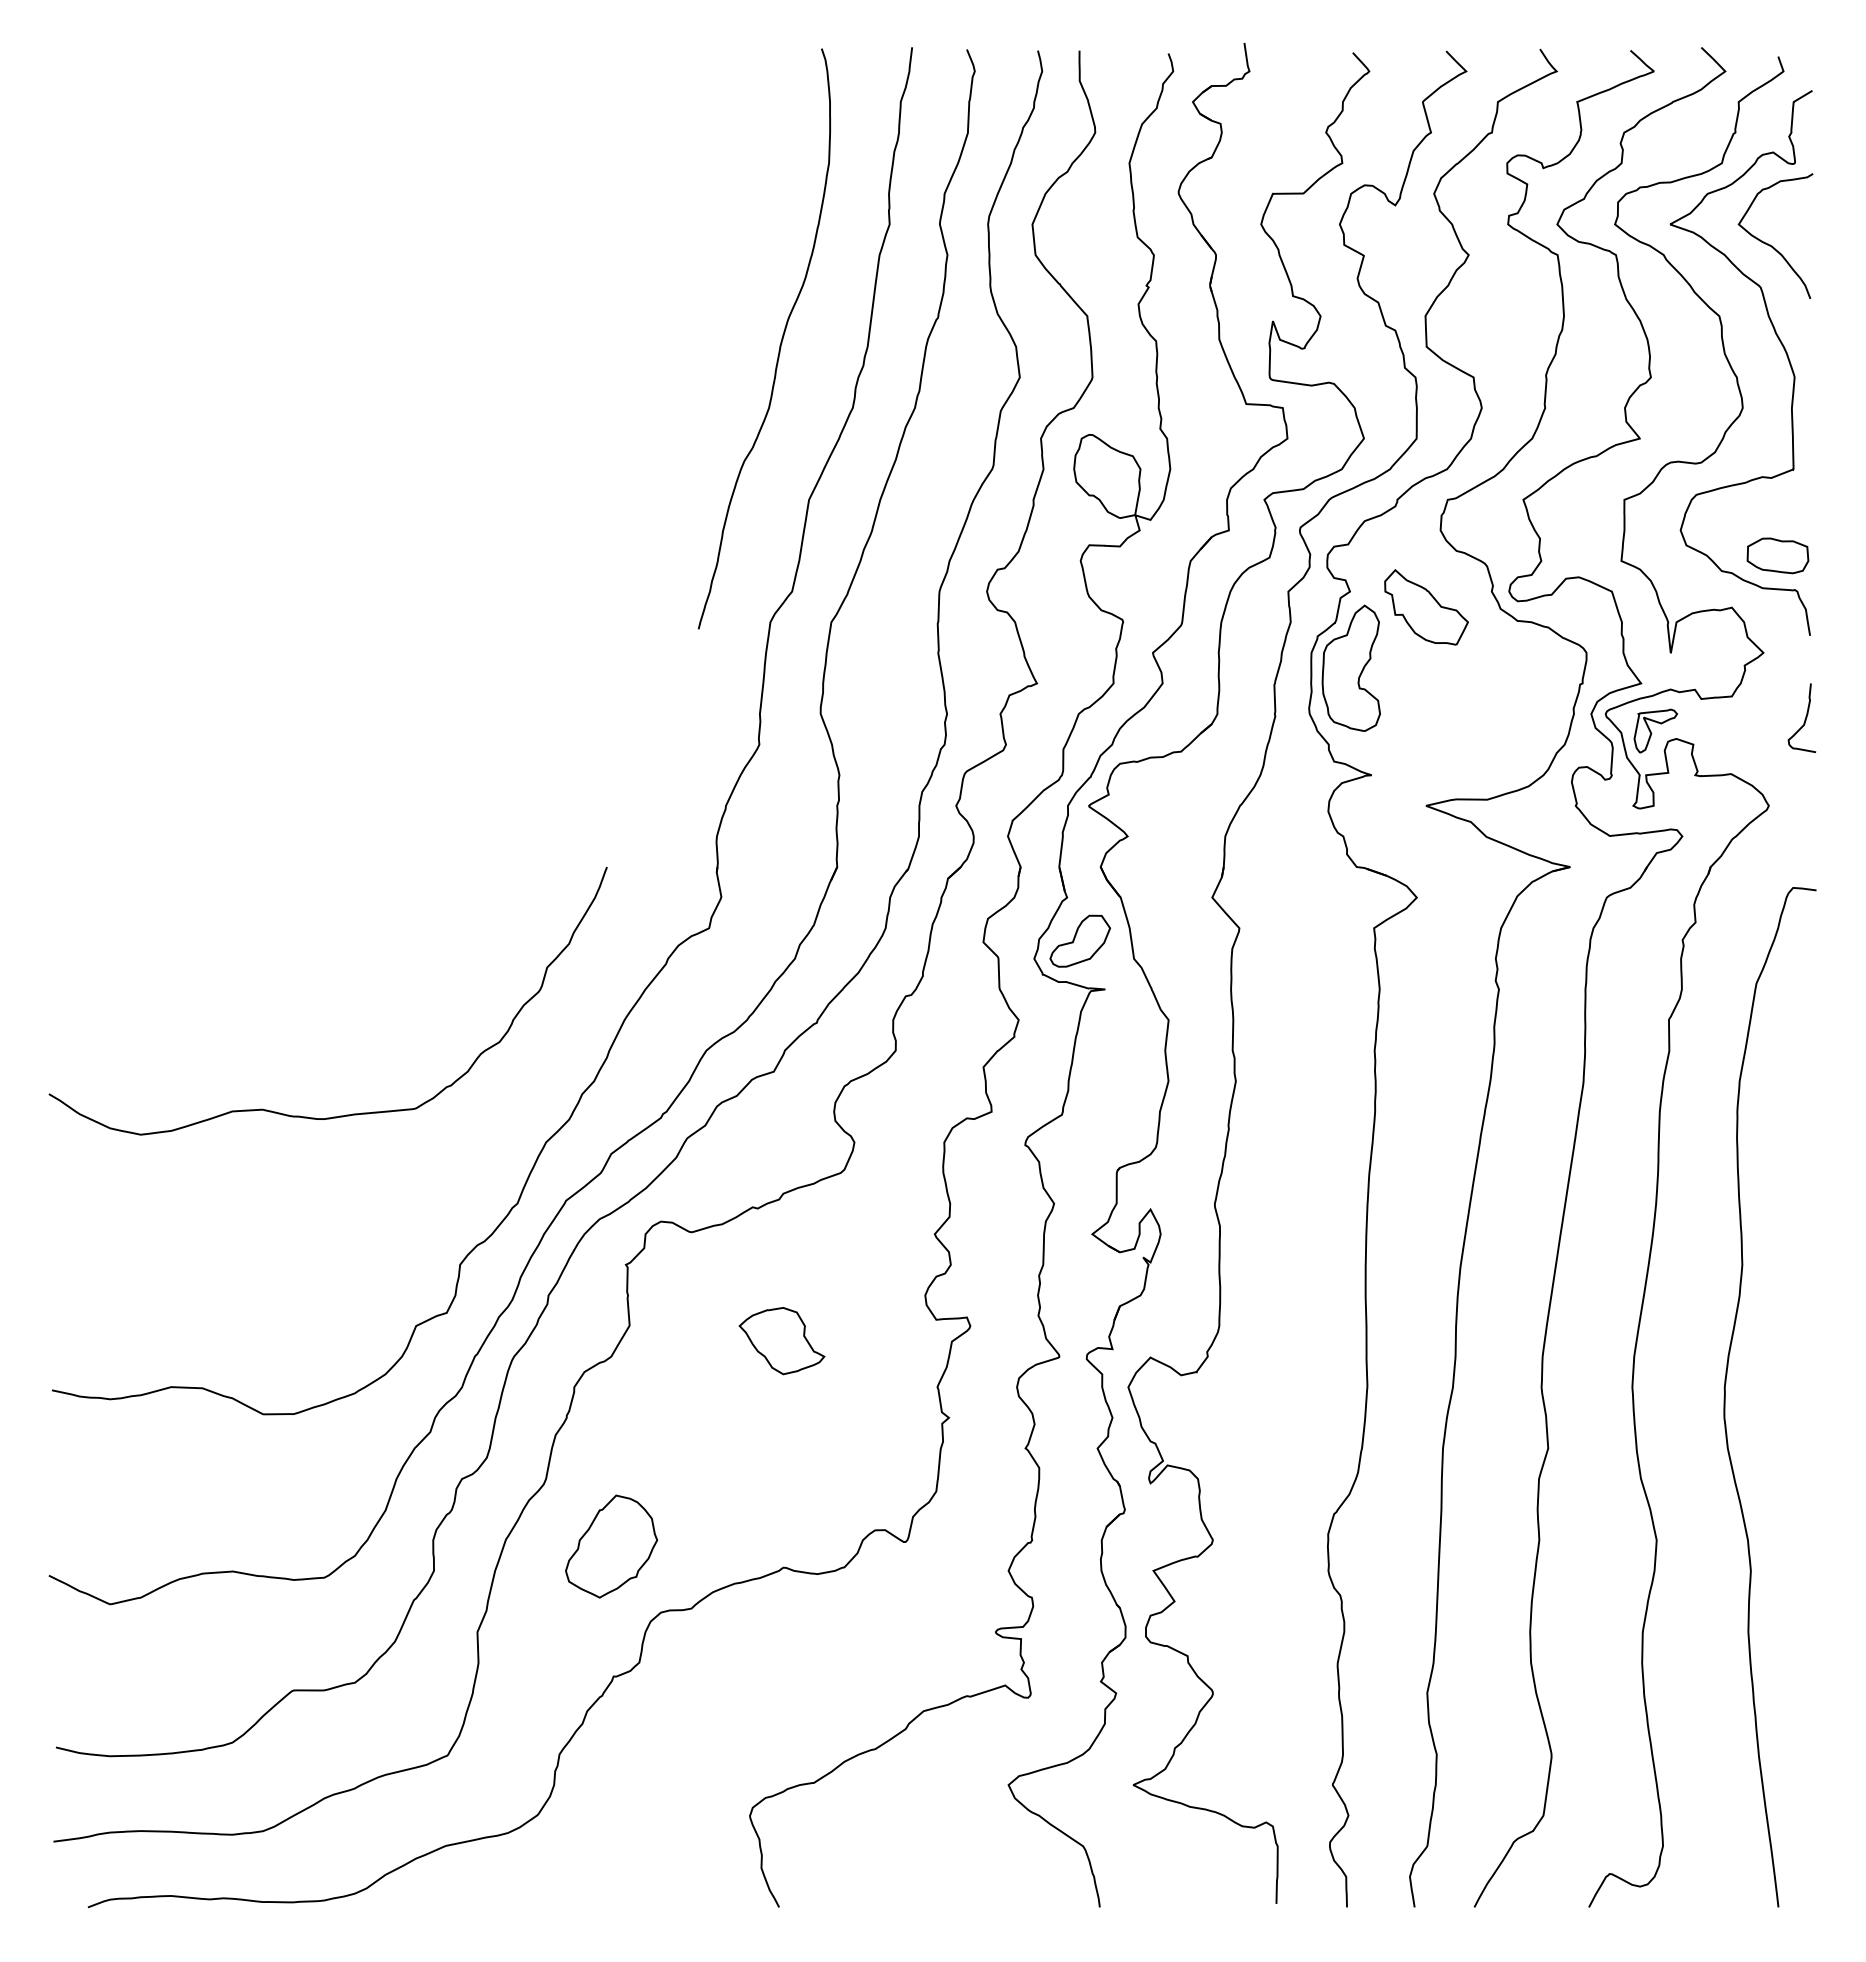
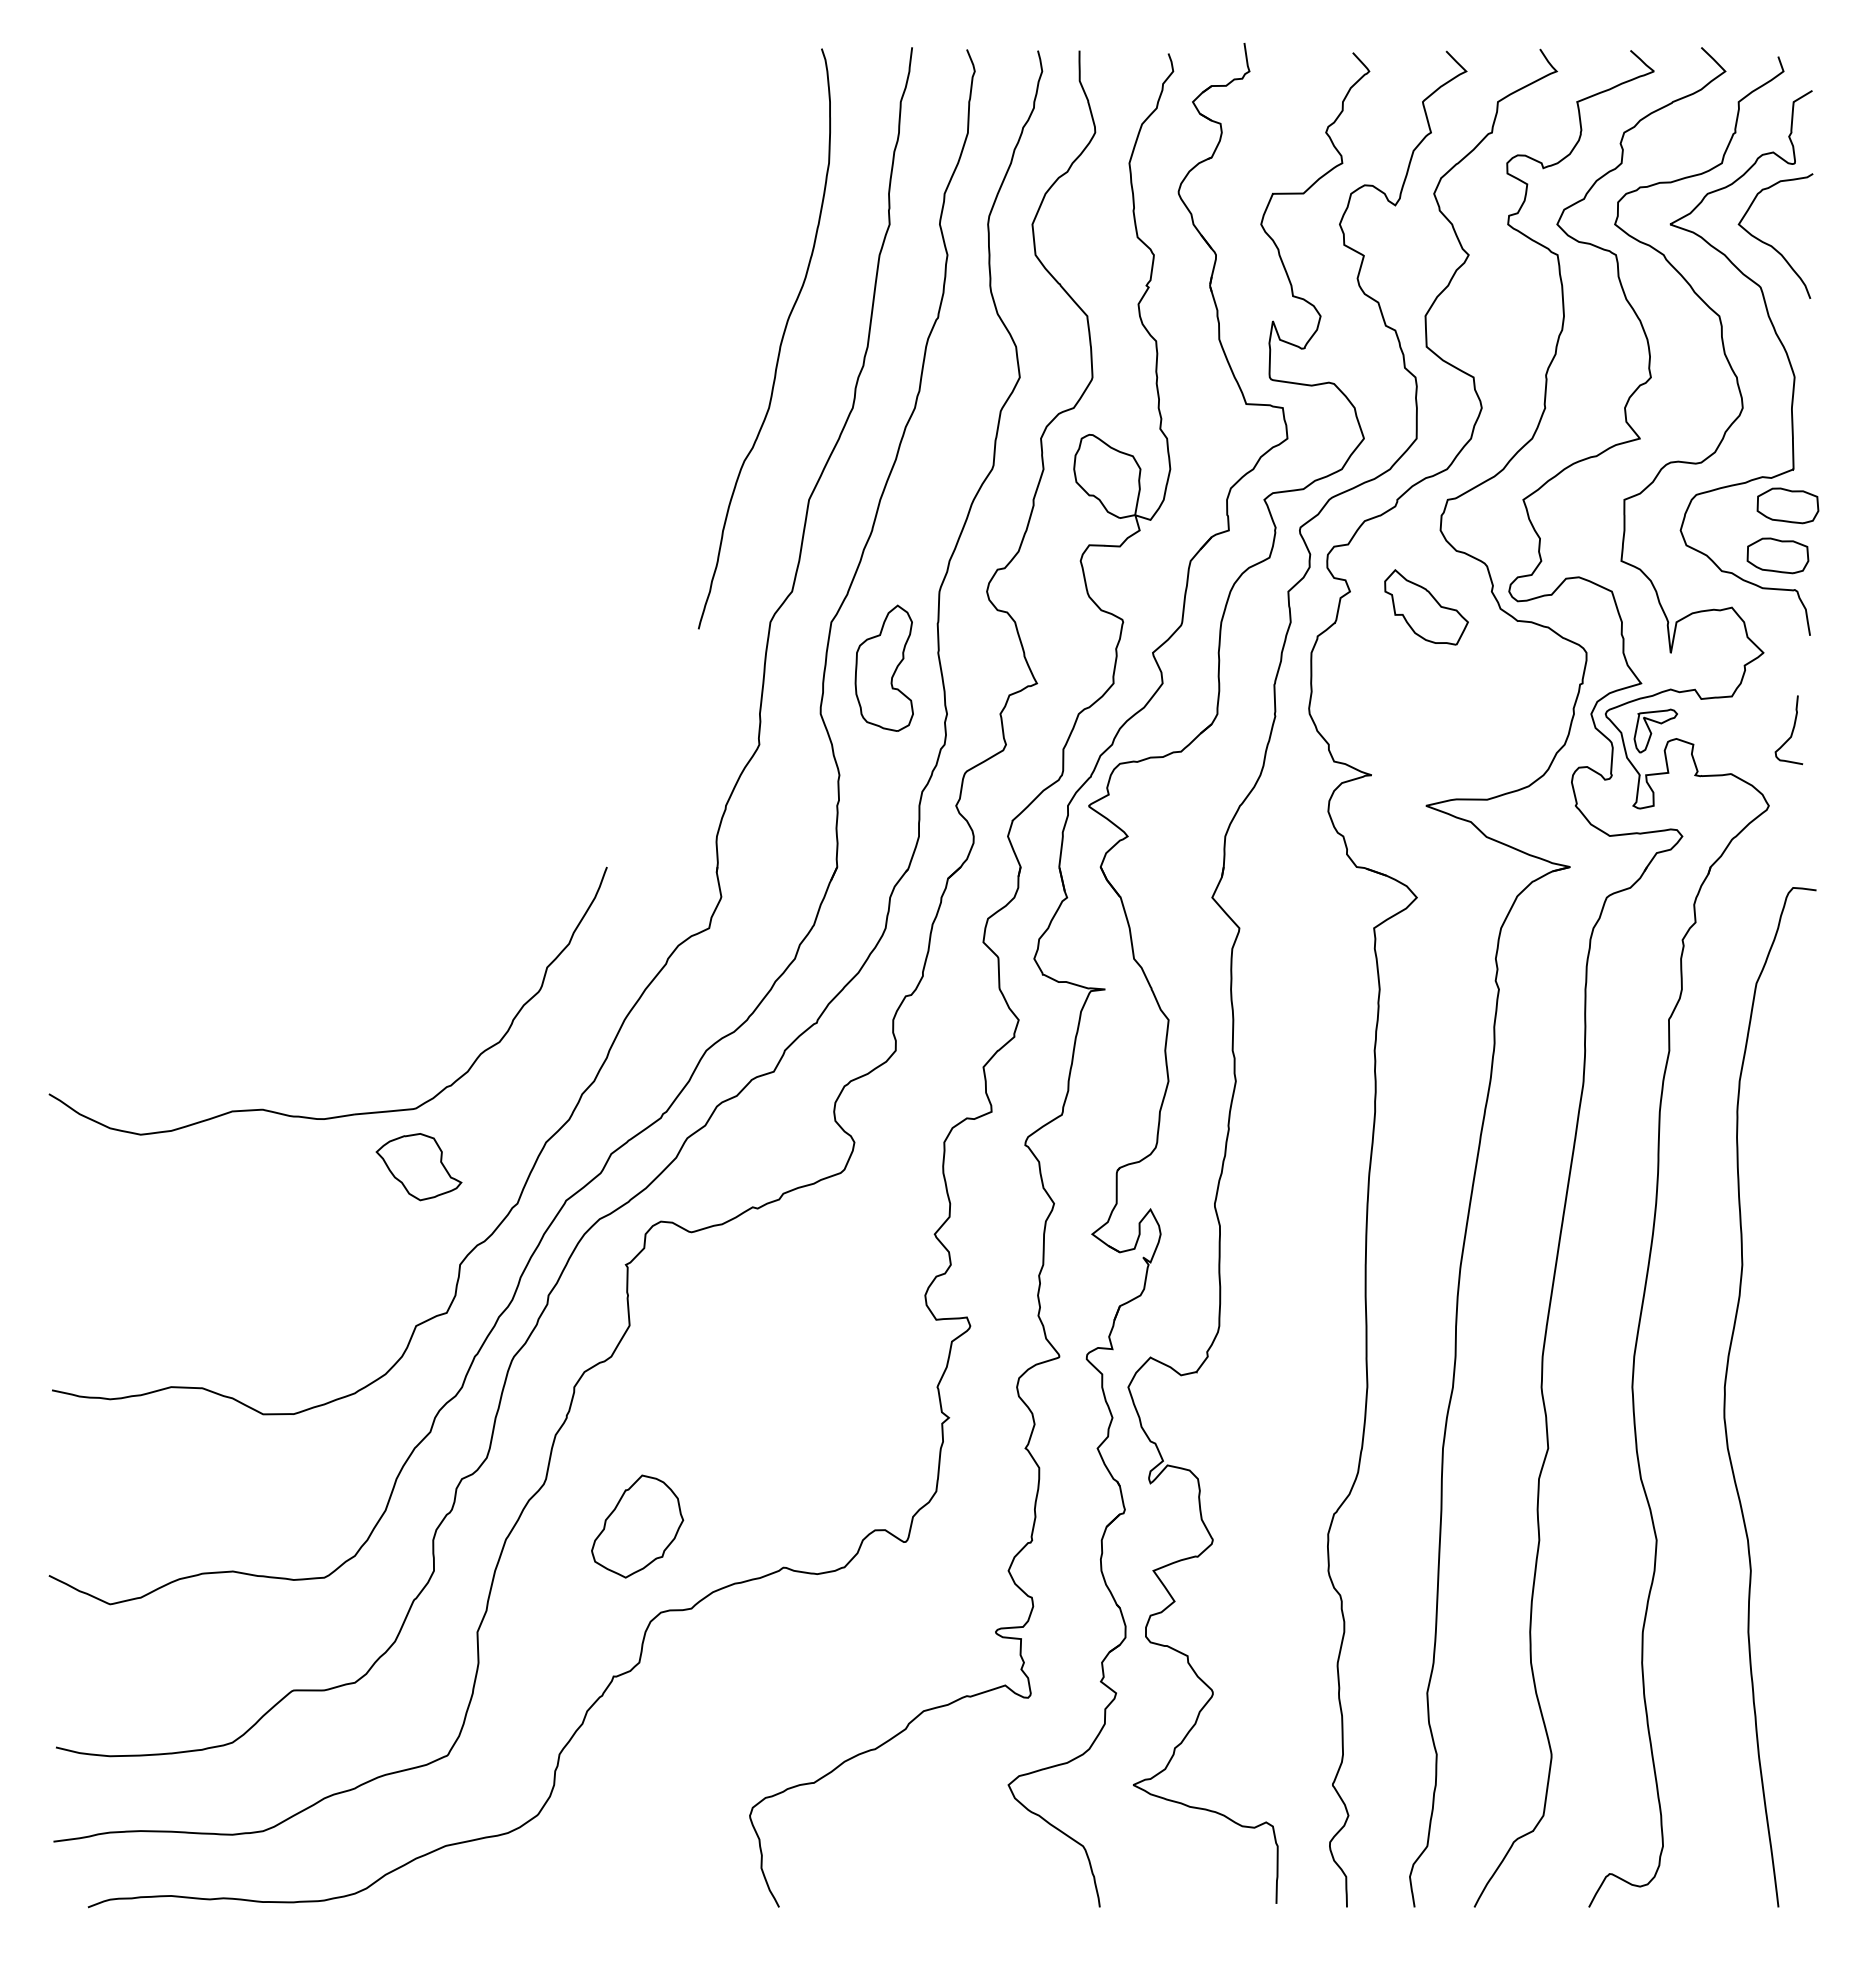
part at (1787, 505): none -> present
part at (1350, 667) position: (1350, 667) -> (883, 667)
curve at (1804, 719) position: (1804, 719) -> (1791, 731)
part at (1079, 940): present -> none
part at (781, 1341) position: (781, 1341) -> (418, 1167)
part at (611, 1546) position: (611, 1546) -> (637, 1526)
